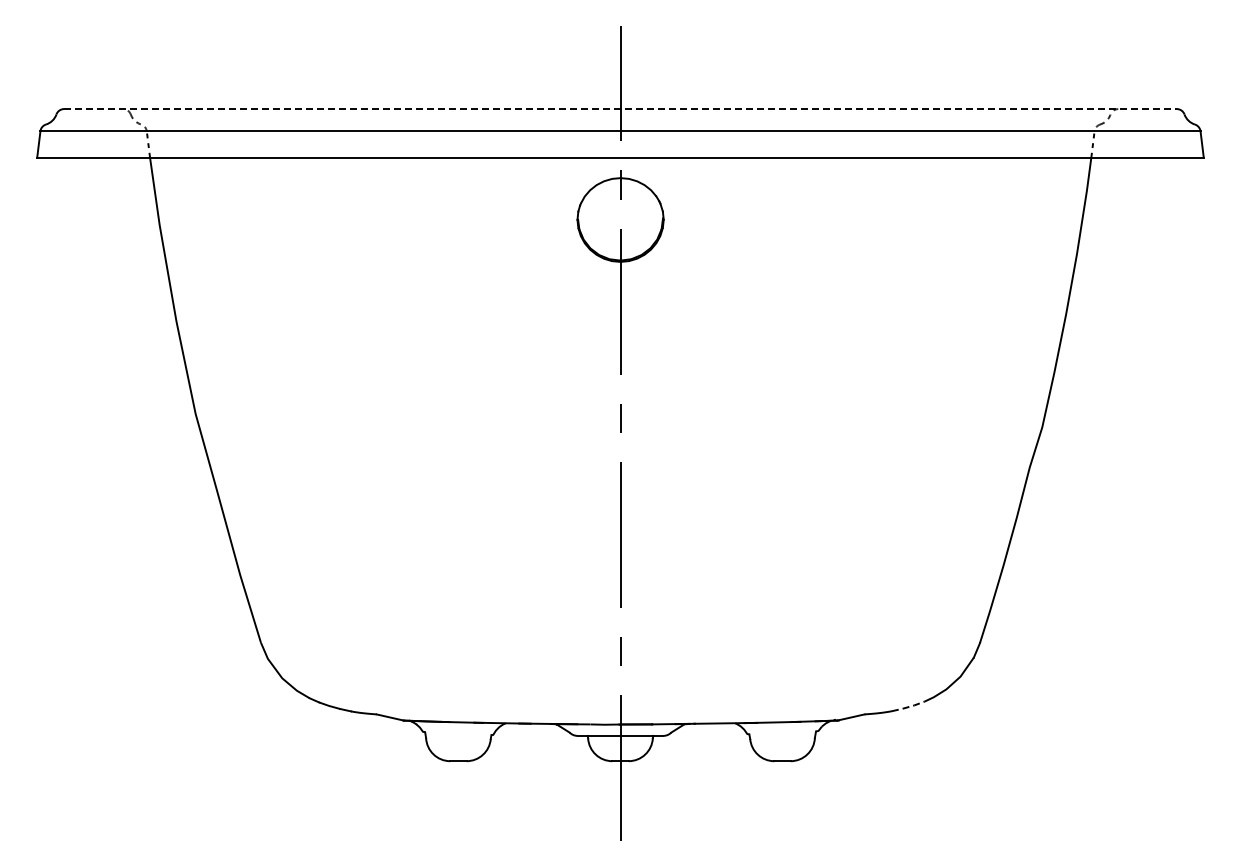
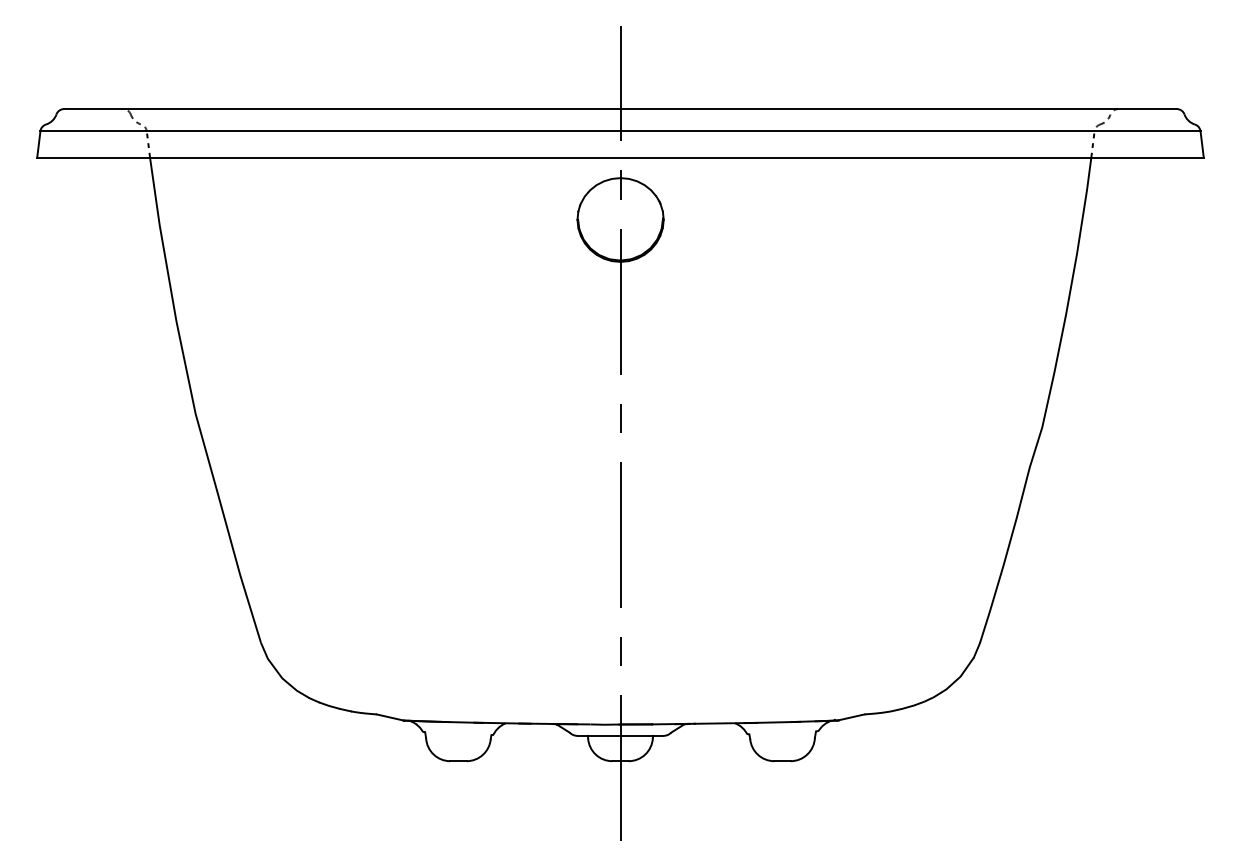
line at (621, 109): dashed -> solid
line at (908, 707): dashed -> solid
